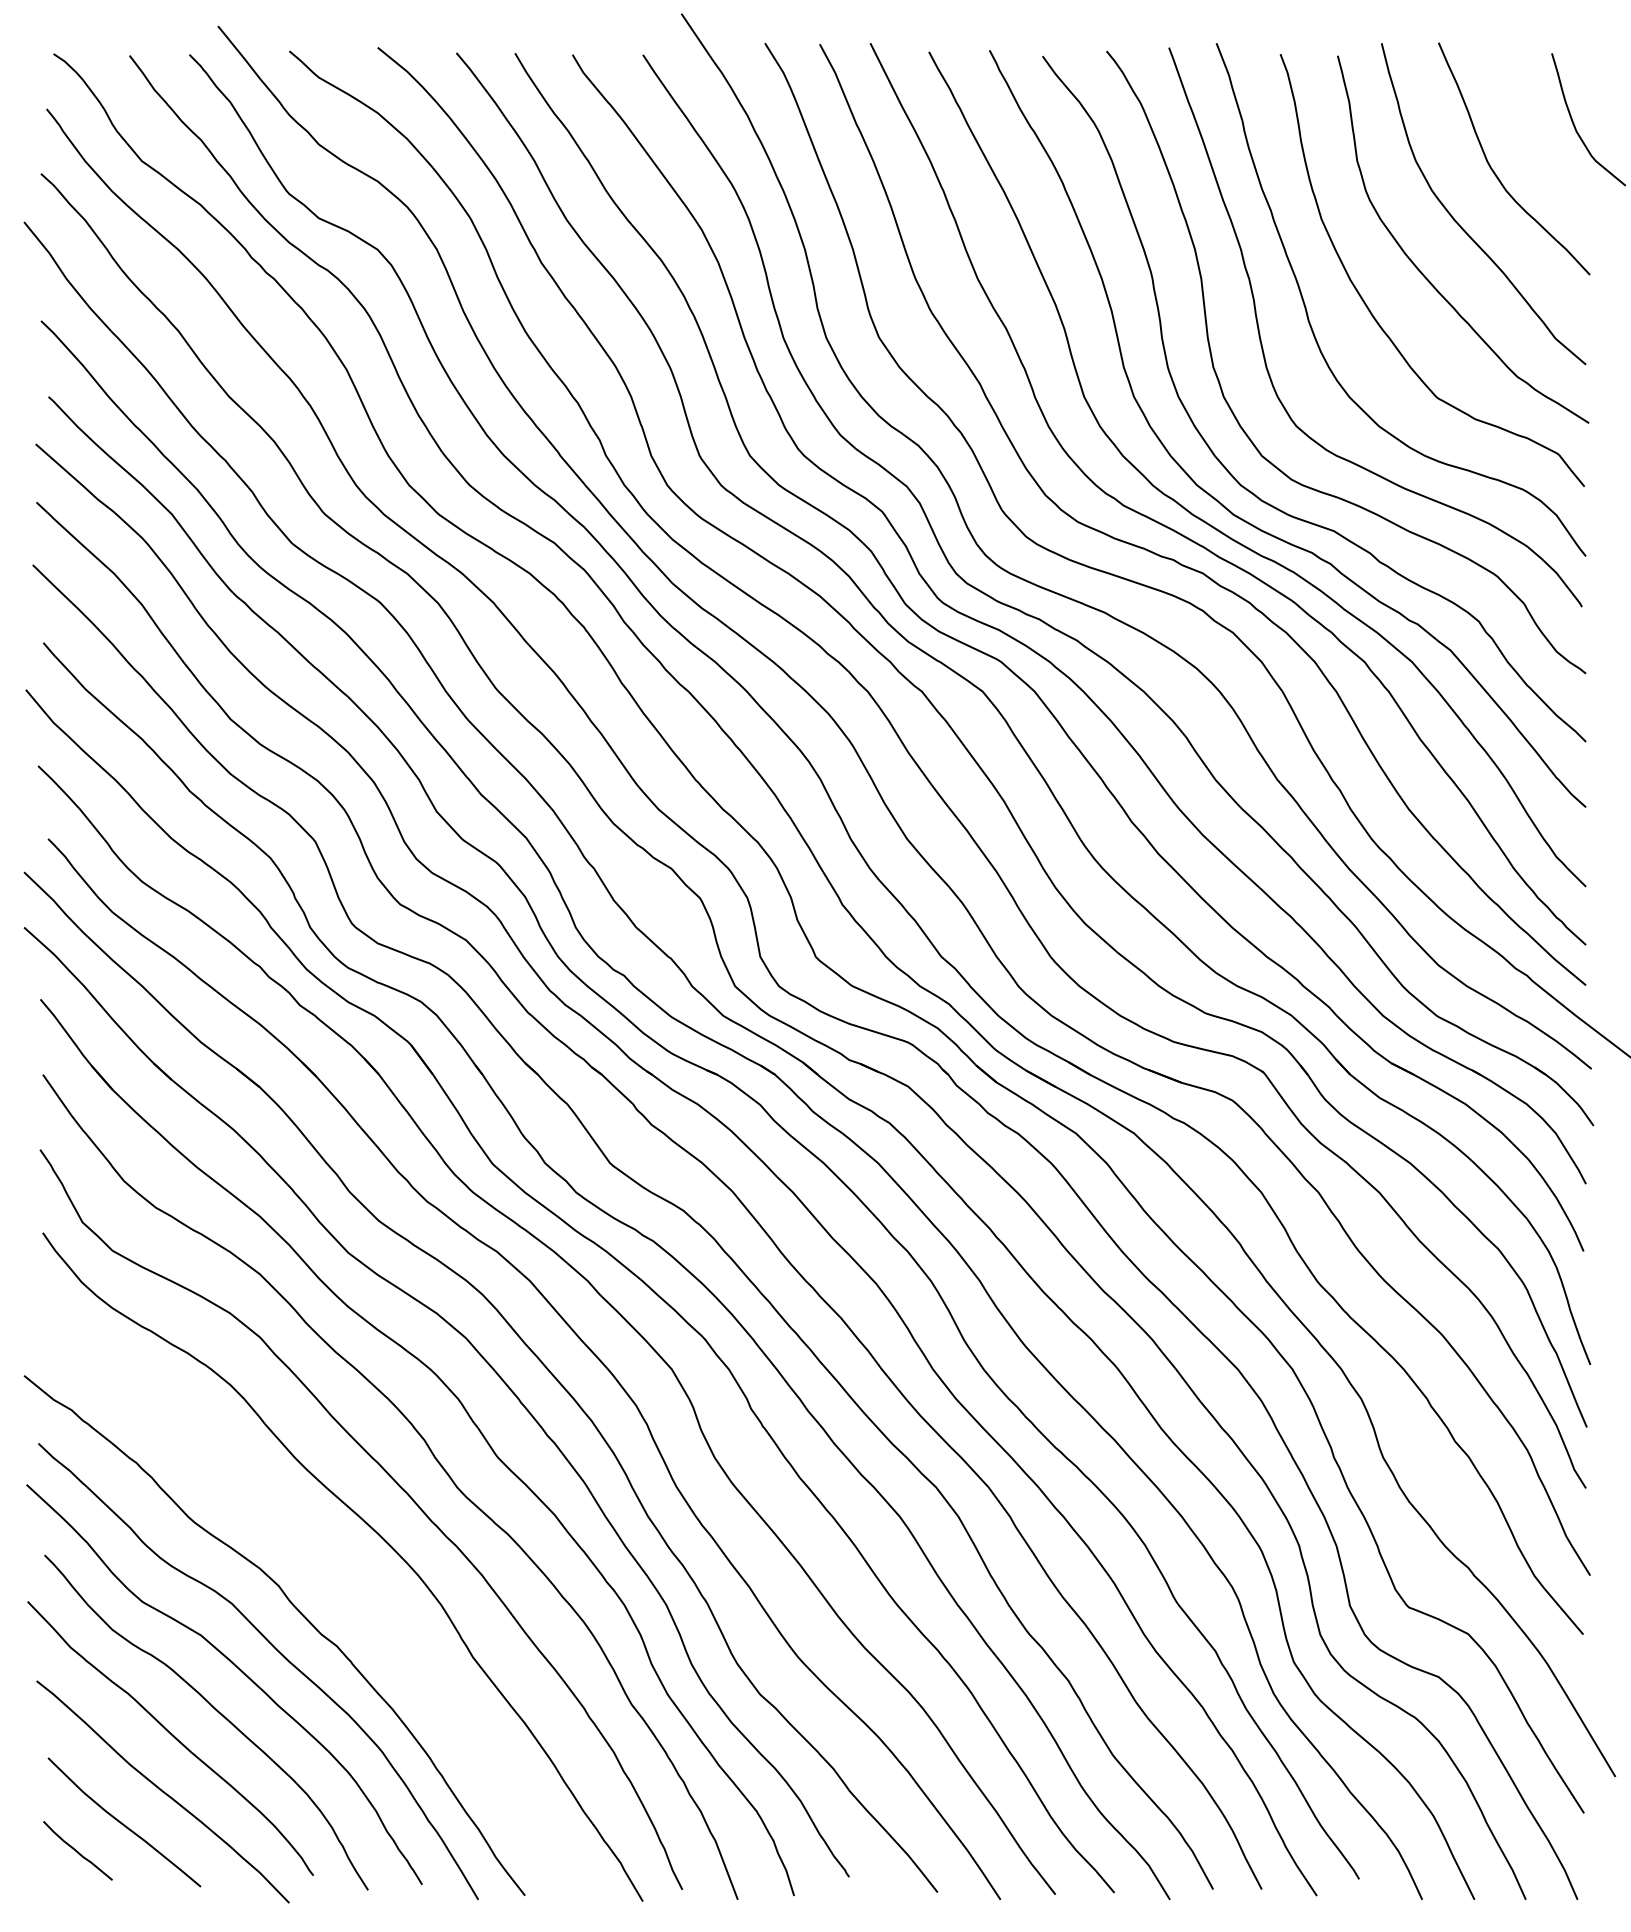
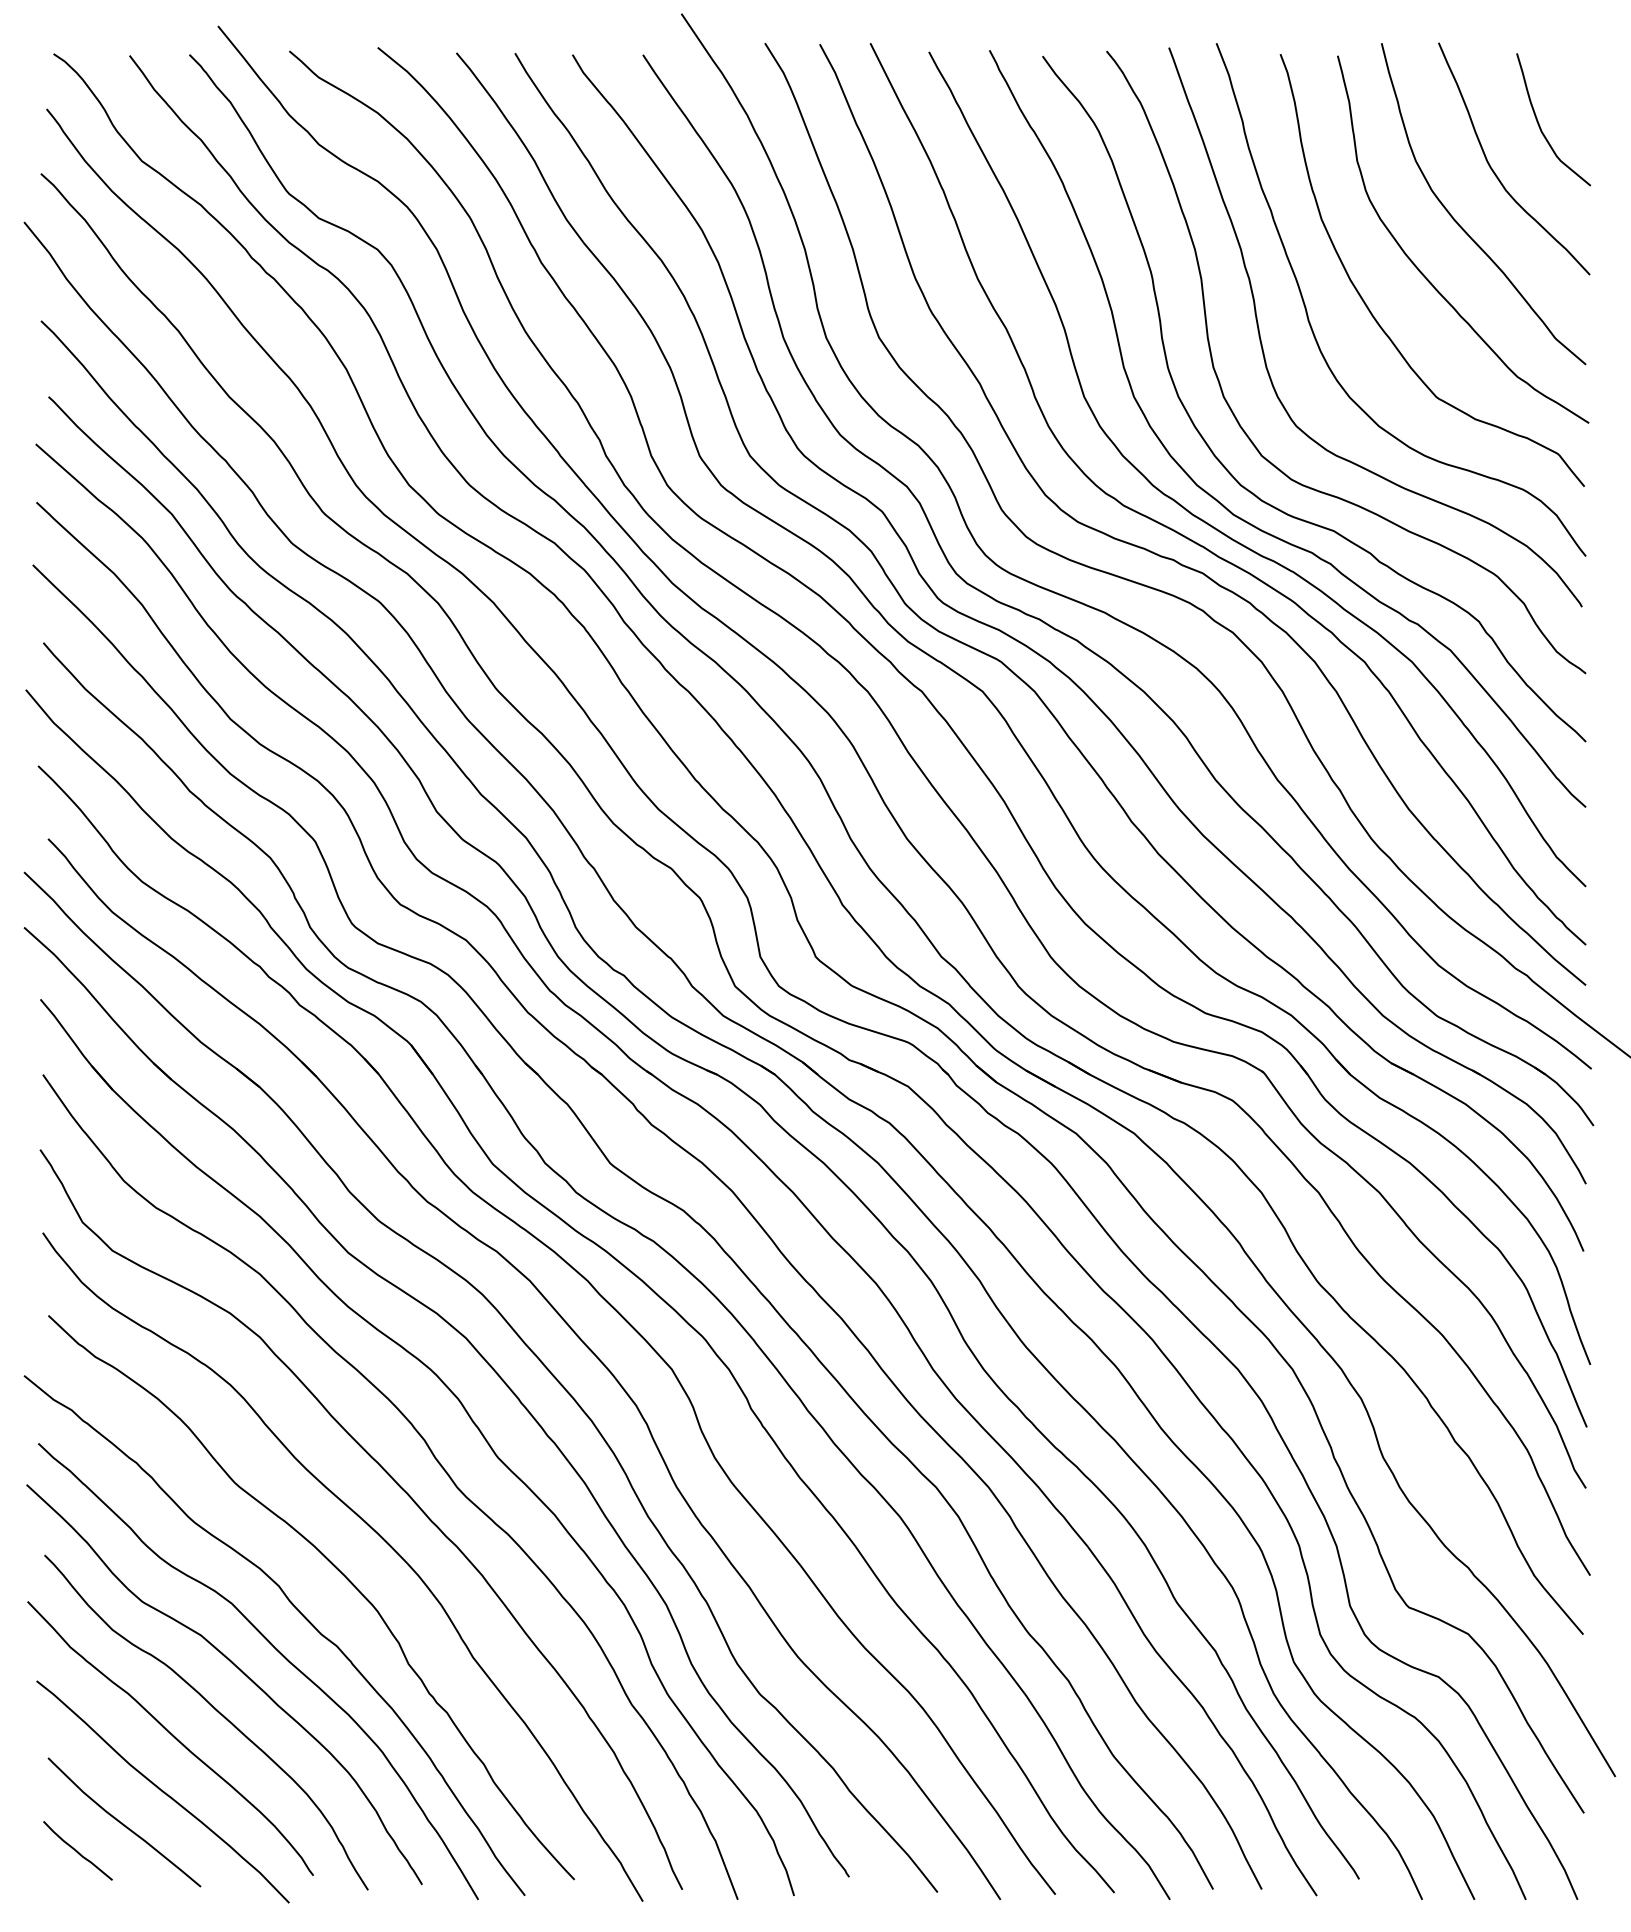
curve at (1575, 125) position: (1575, 125) -> (1540, 125)
curve at (337, 1570): none -> present
